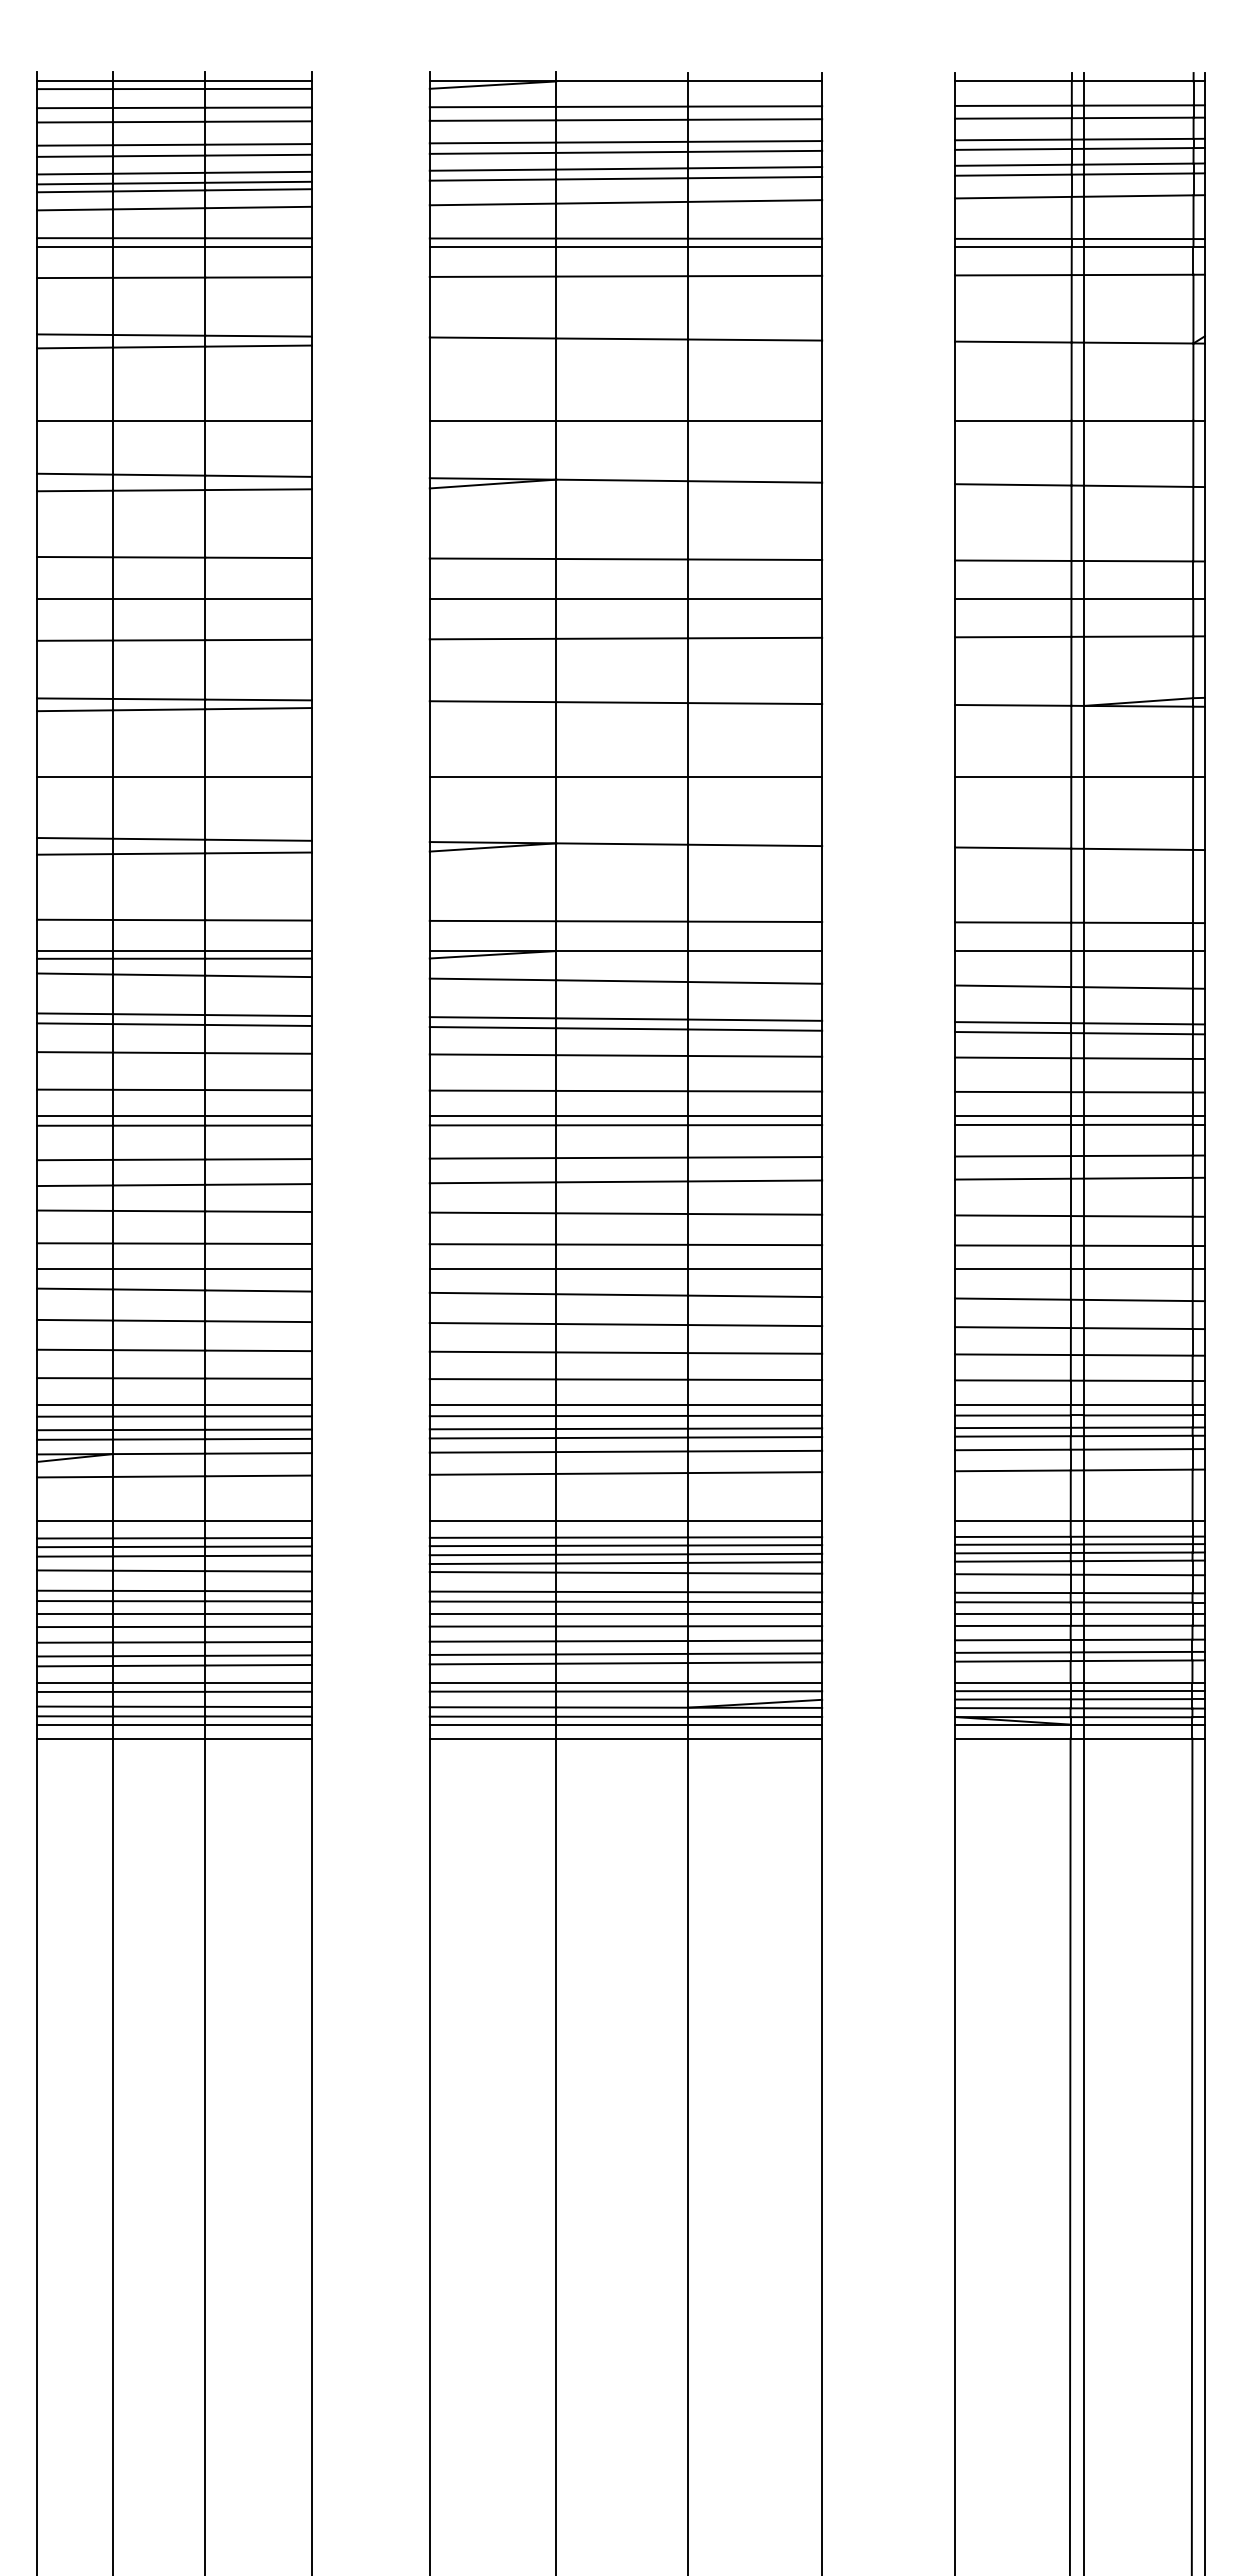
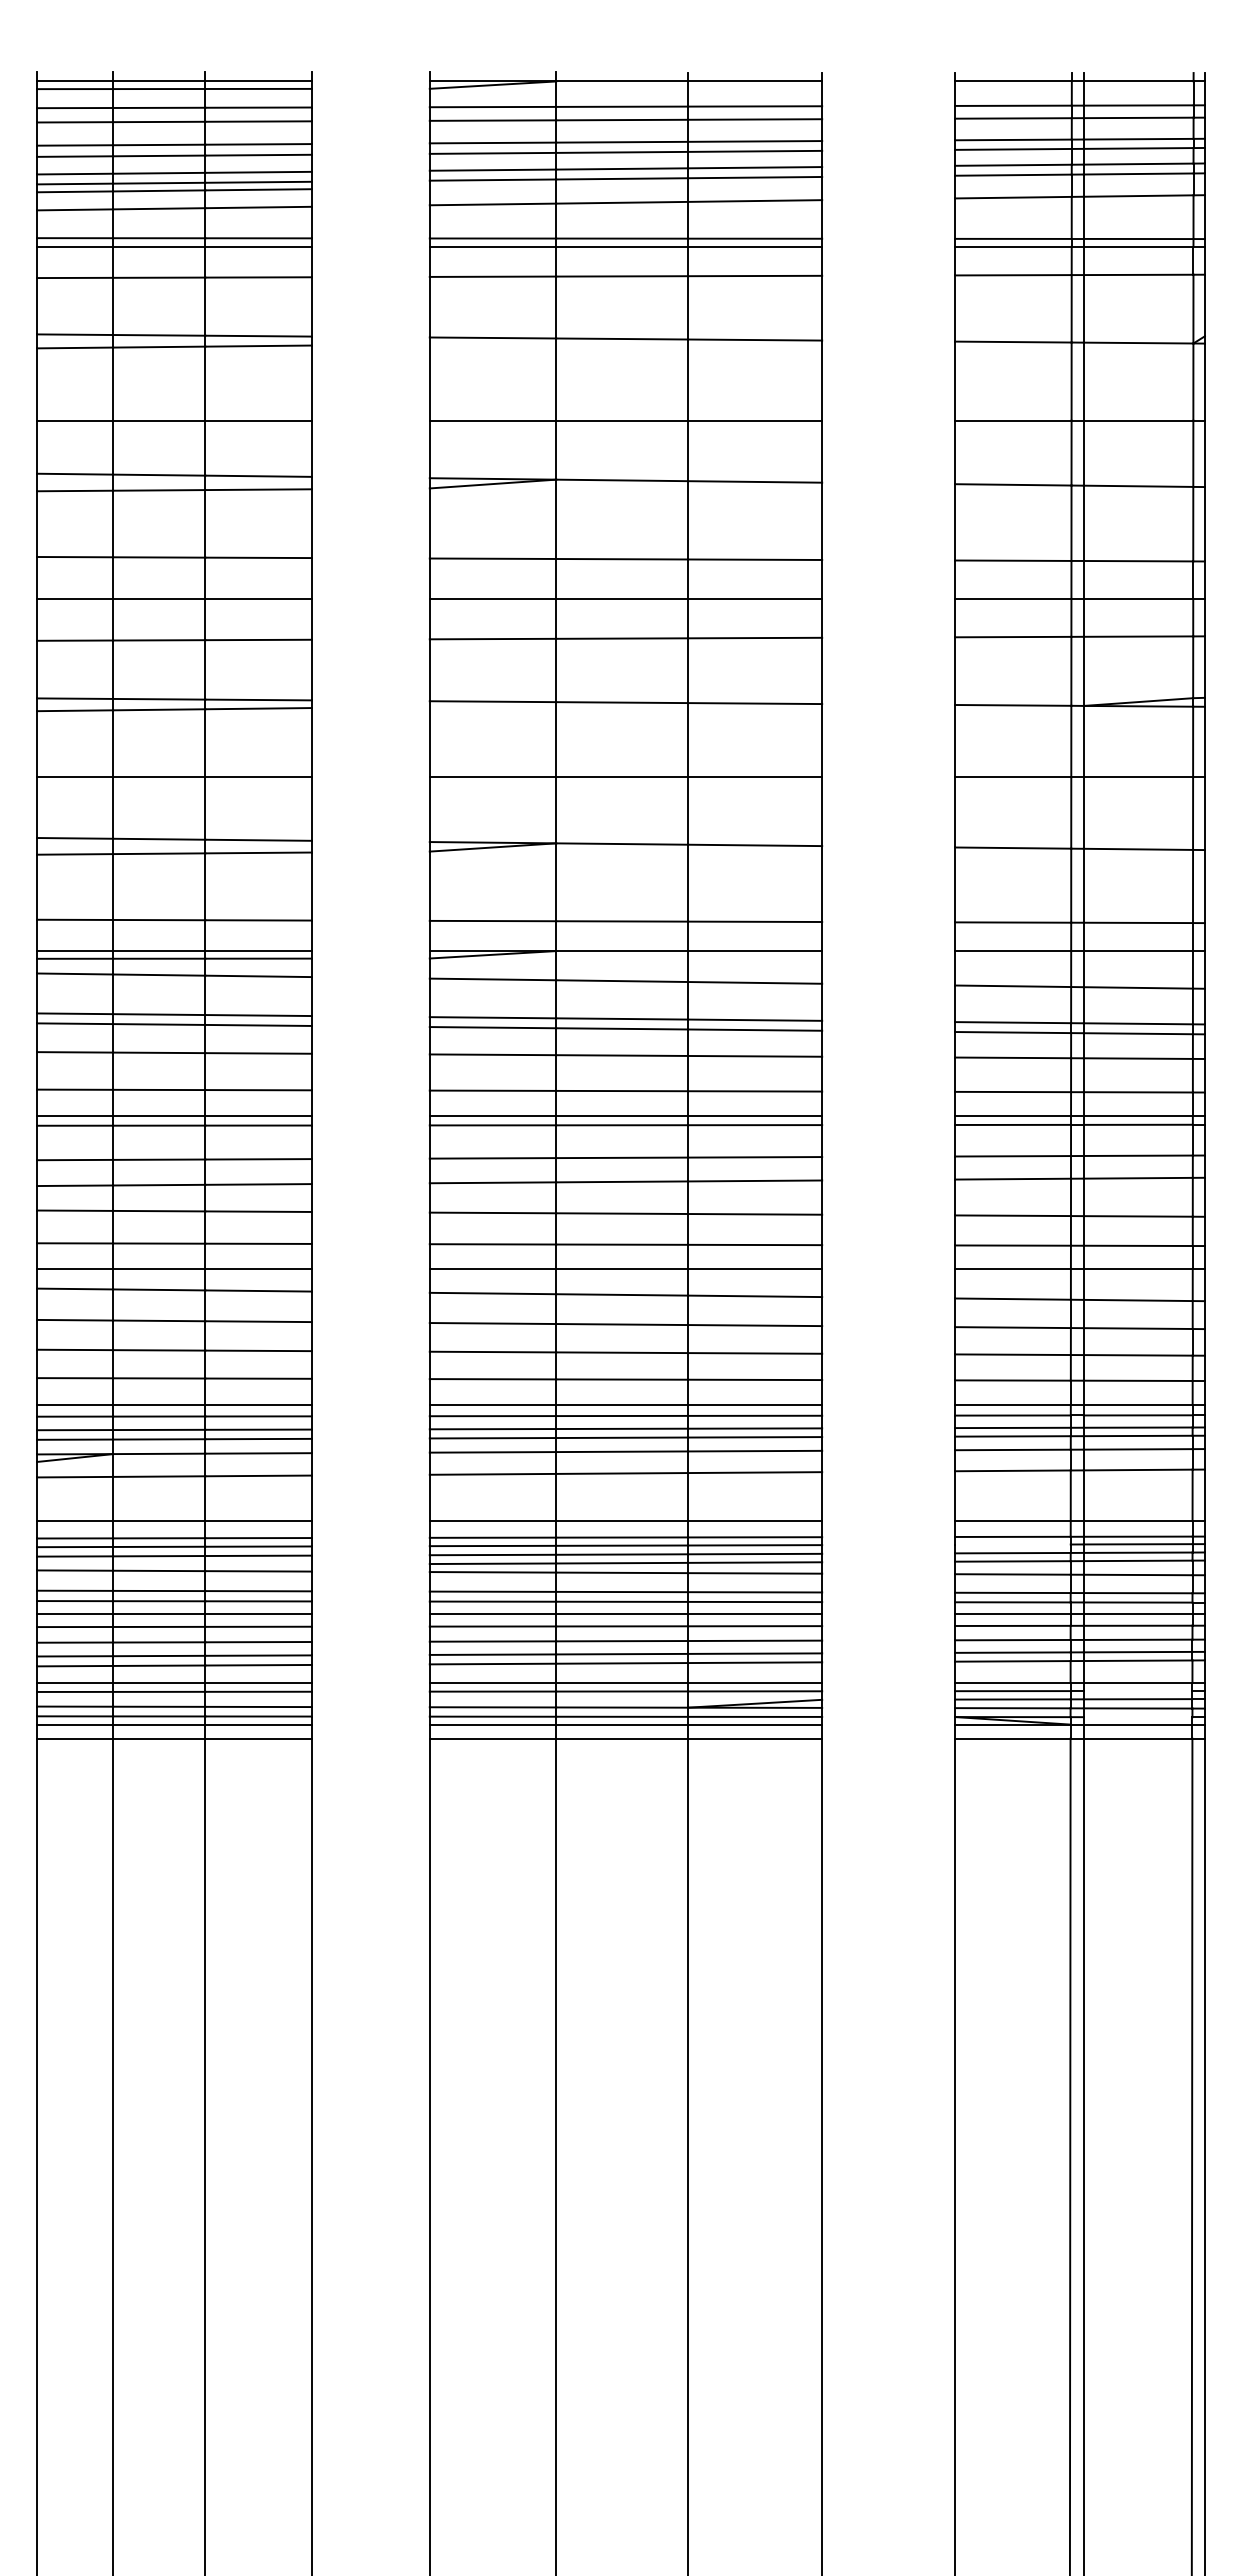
line at (1012, 1544): present -> none
line at (1137, 1690): present -> none
line at (1137, 1717): present -> none
